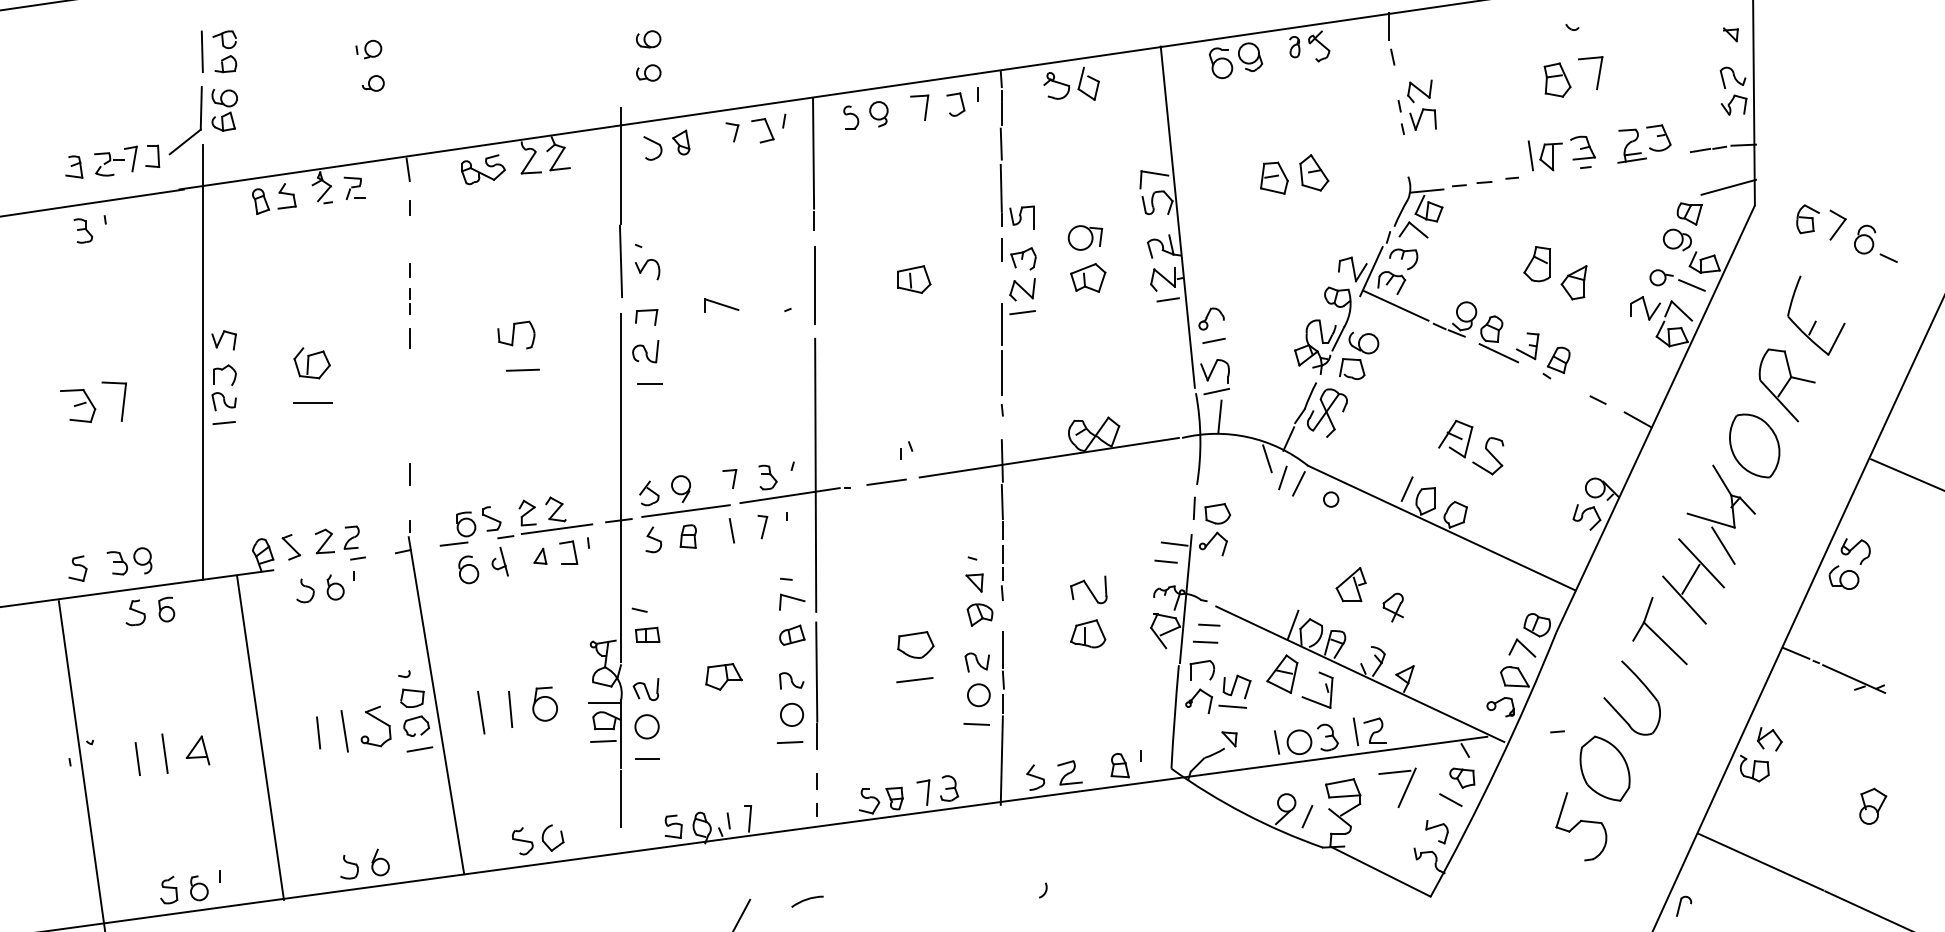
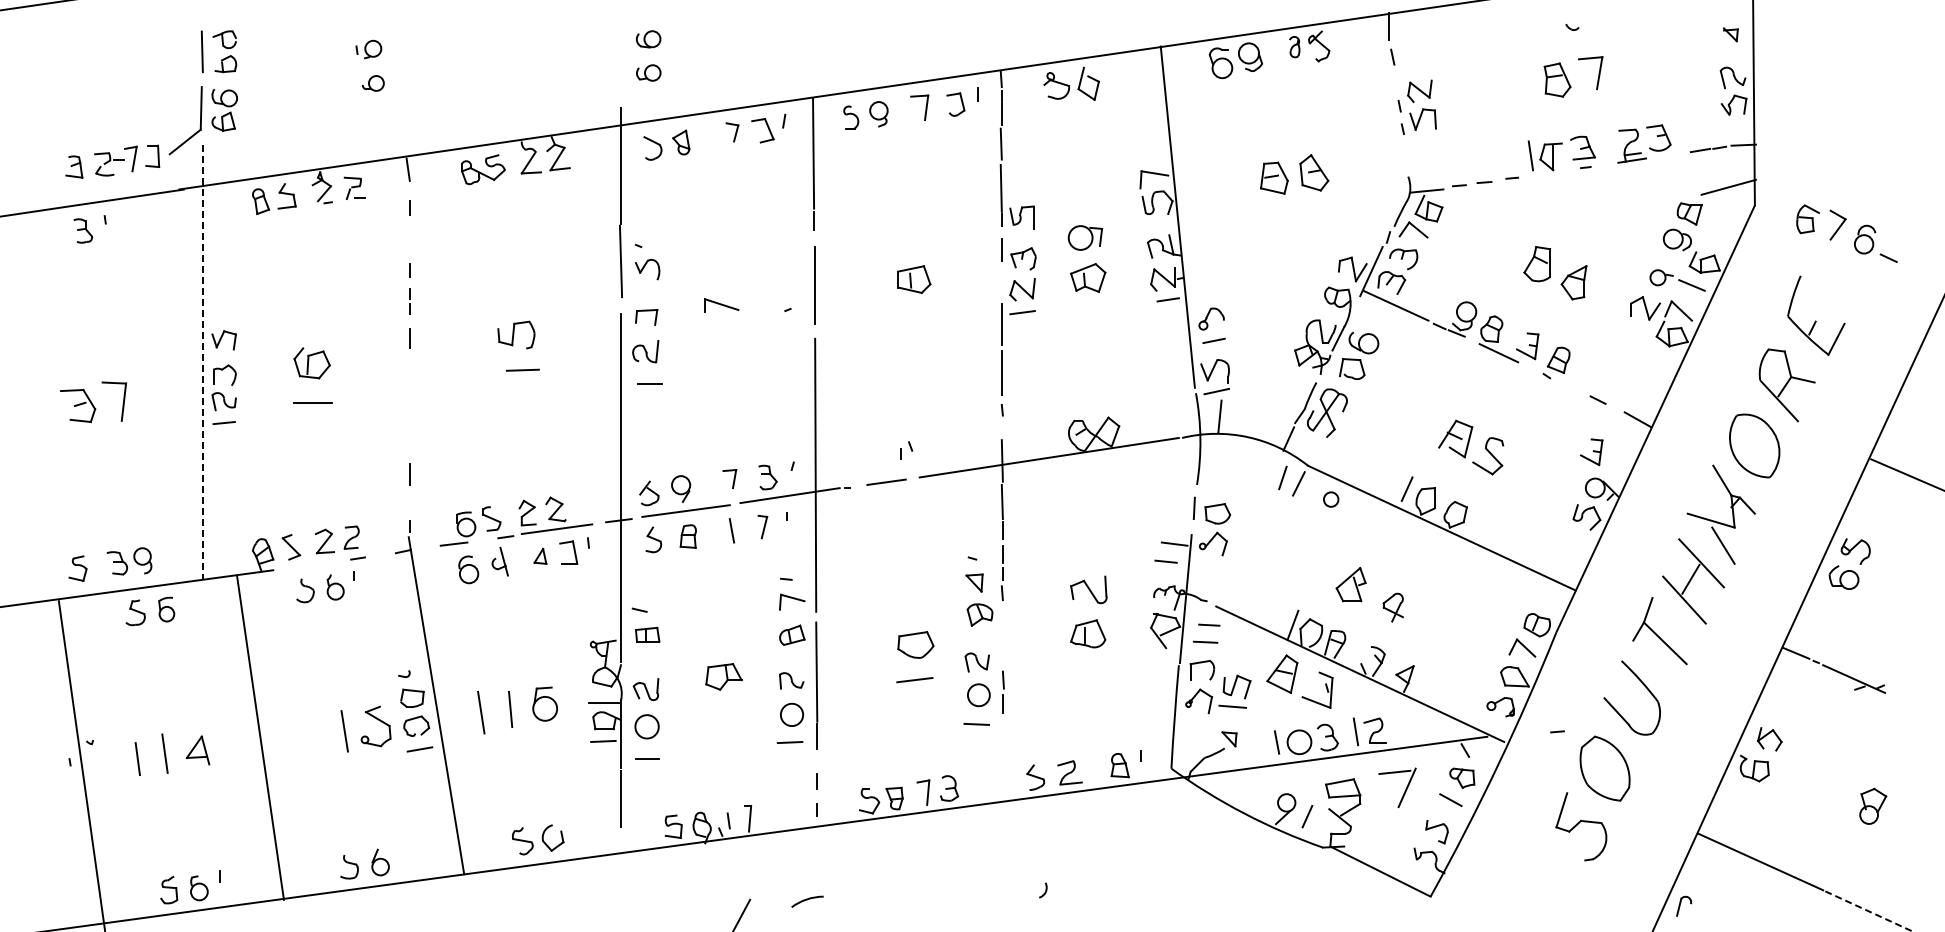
line at (202, 362): solid -> dashed
part at (1591, 452): none -> present
line at (1267, 458): present -> none
line at (1002, 650): present -> none
line at (318, 732): present -> none
line at (1001, 760): present -> none
line at (1869, 911): solid -> dashed
